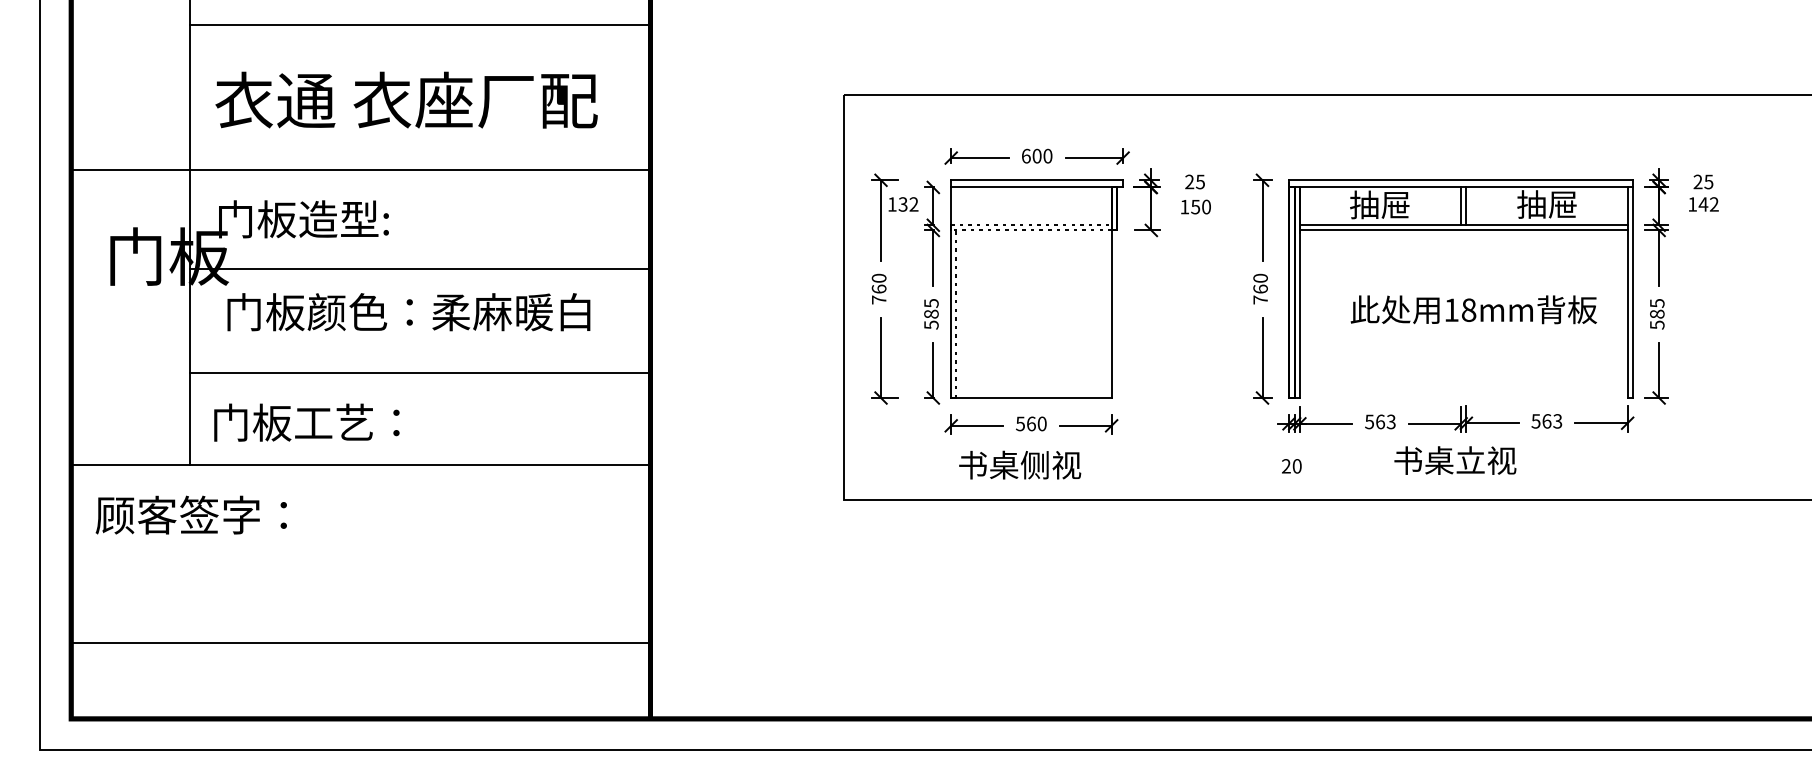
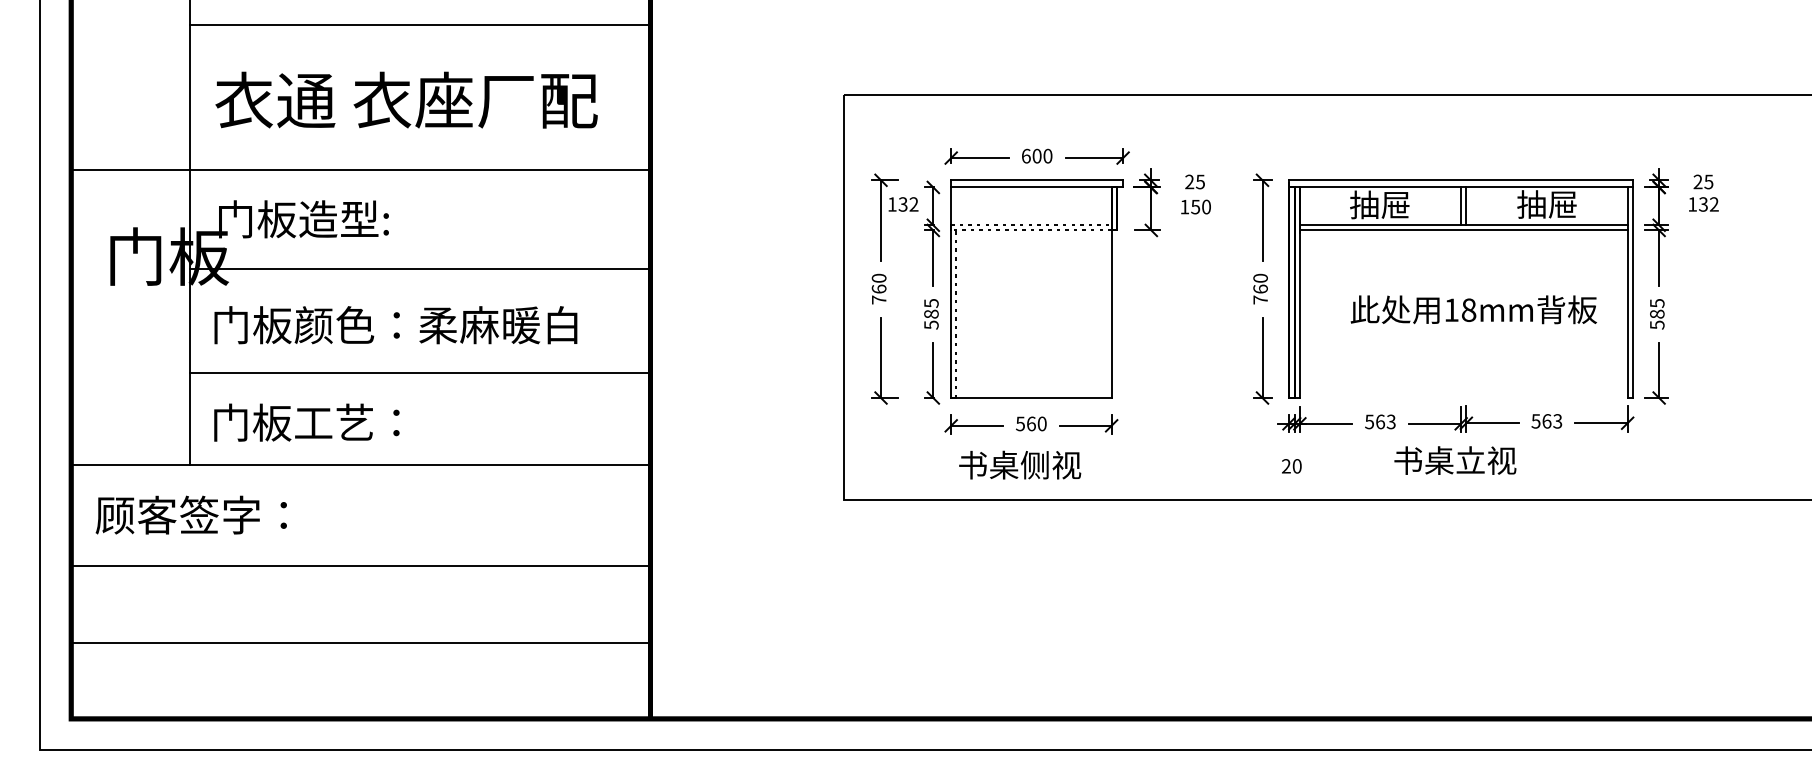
text at (1703, 204): 142 -> 132
text at (408, 312) position: (408, 312) -> (395, 325)
line at (360, 565): none -> present
